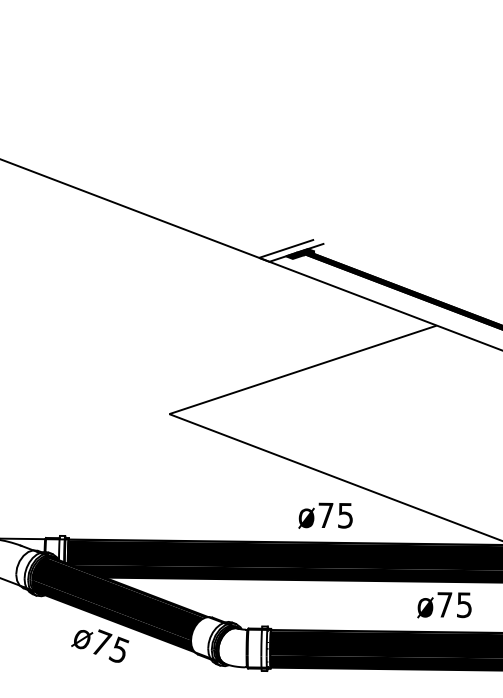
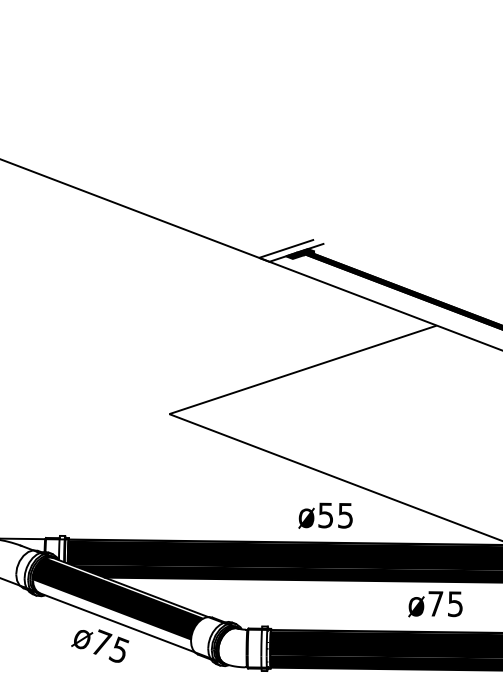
text at (325, 515): ø75 -> ø55
fill at (127, 587): present -> none
text at (444, 605) position: (444, 605) -> (435, 604)
fill at (113, 616): present -> none
